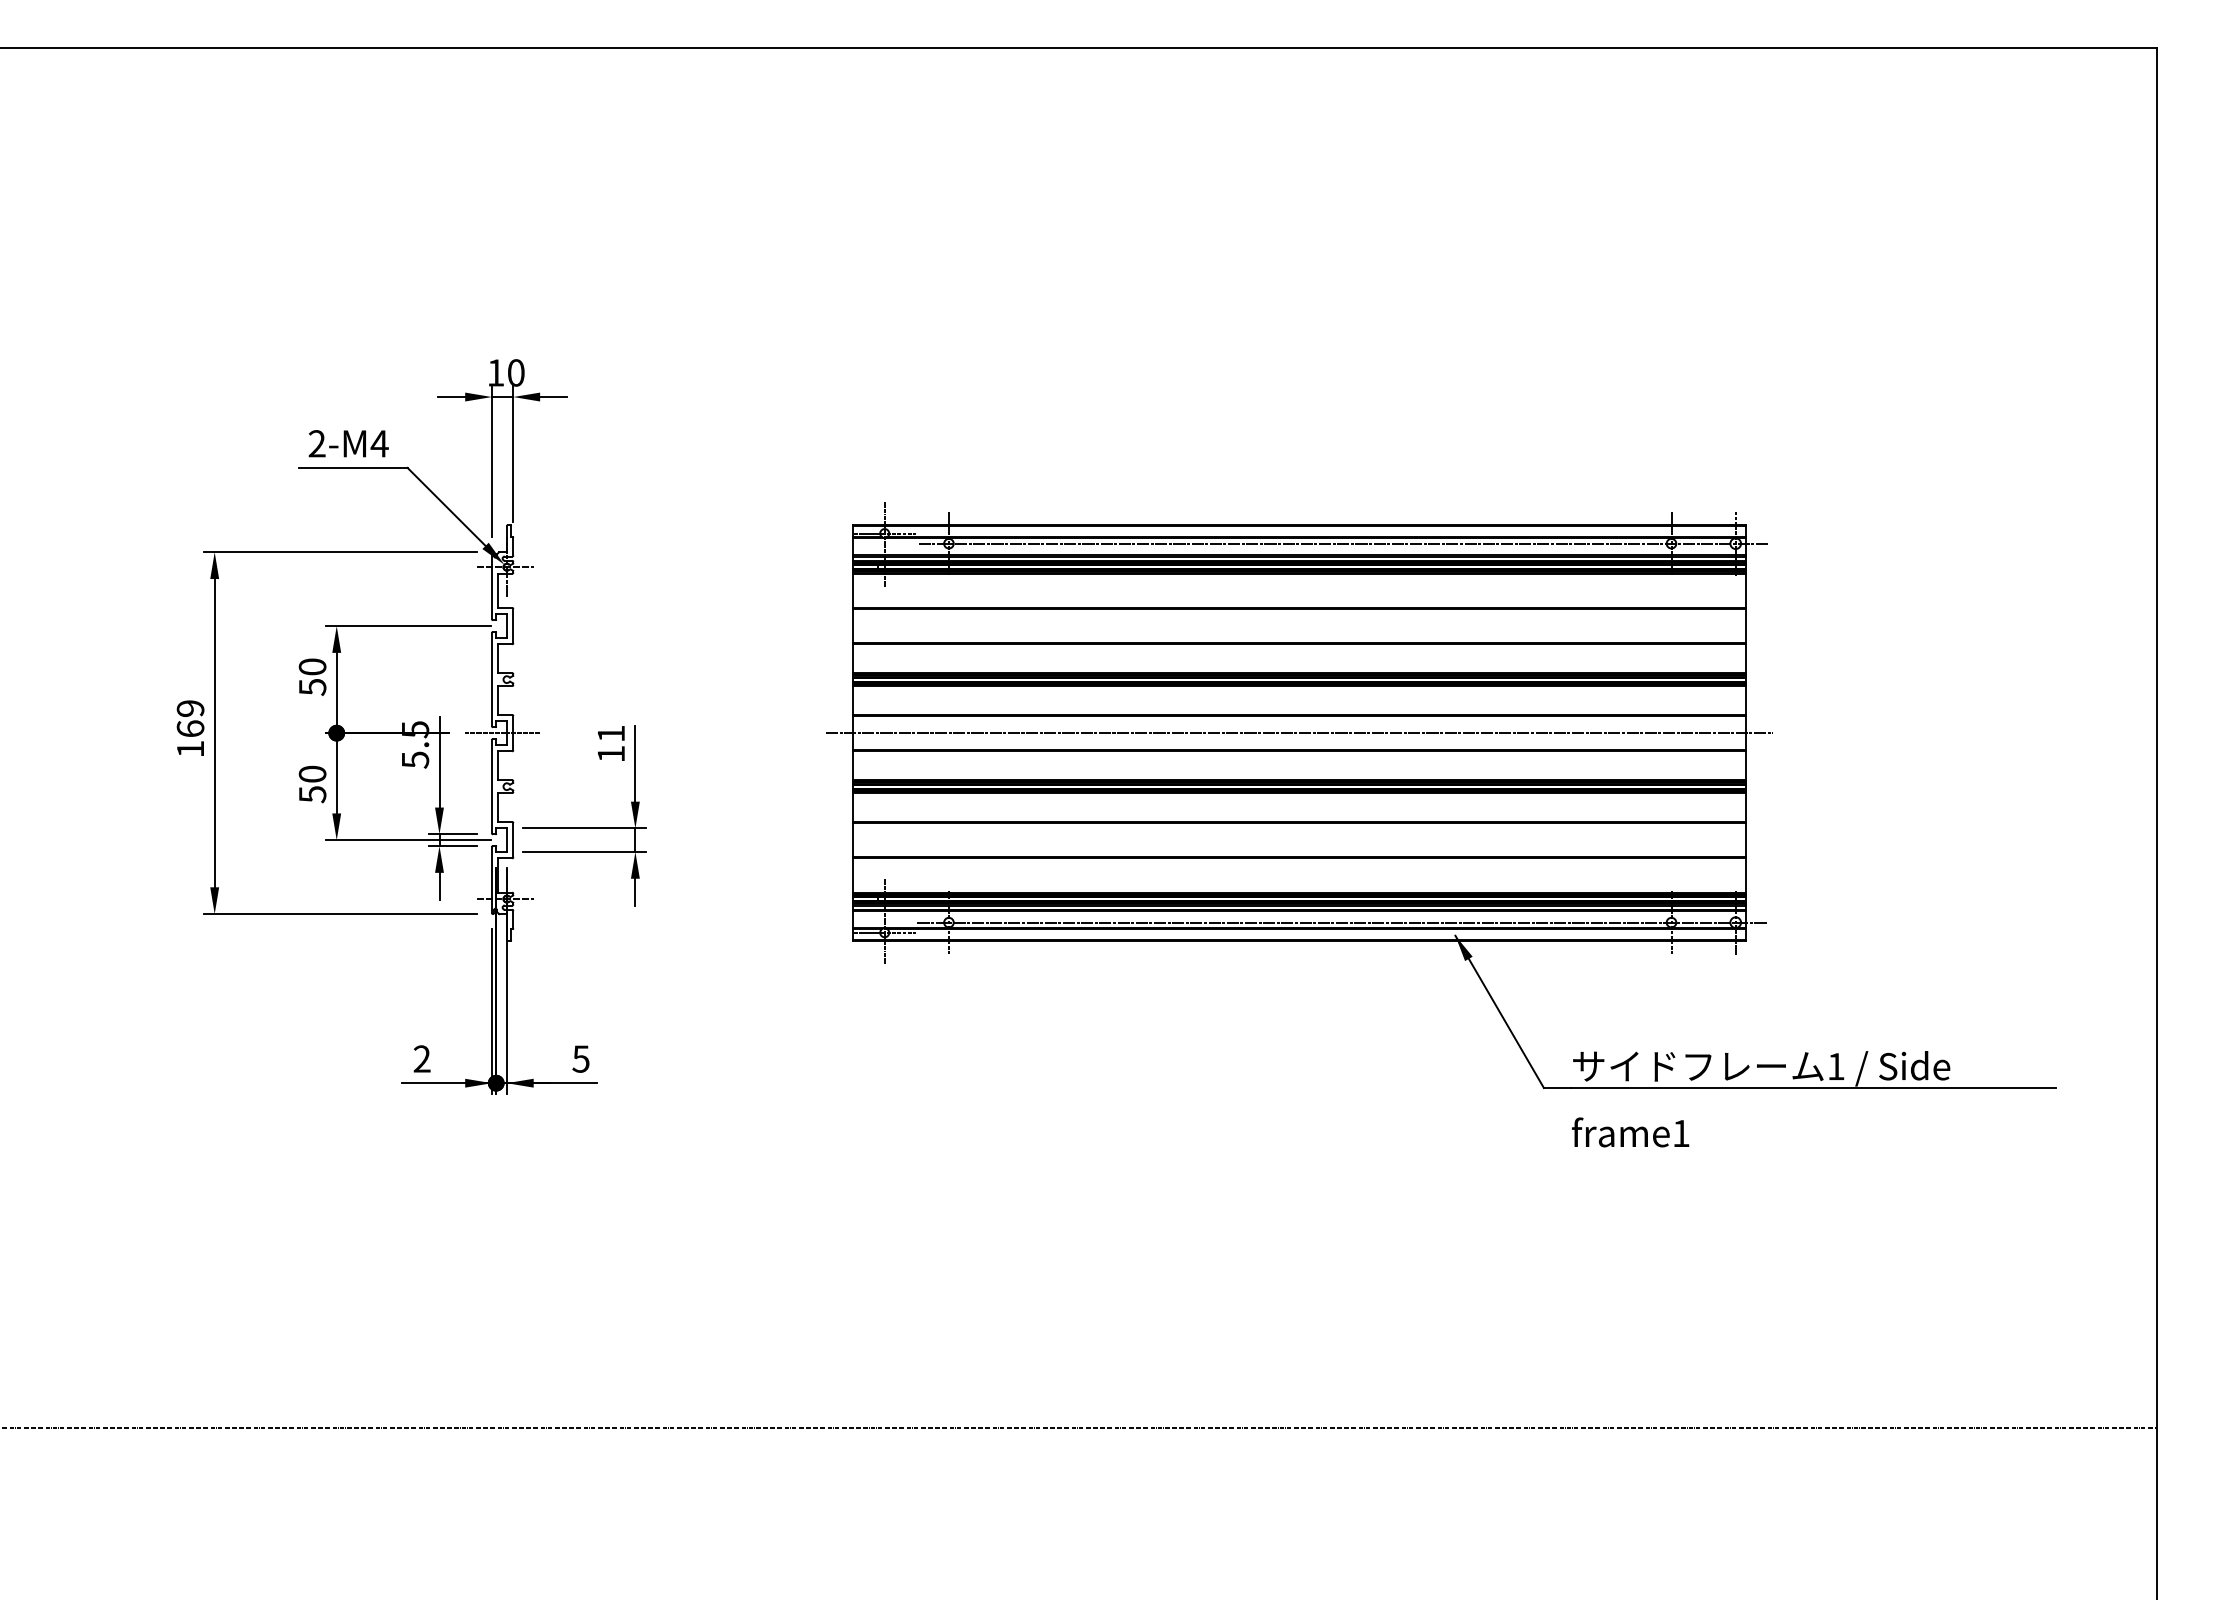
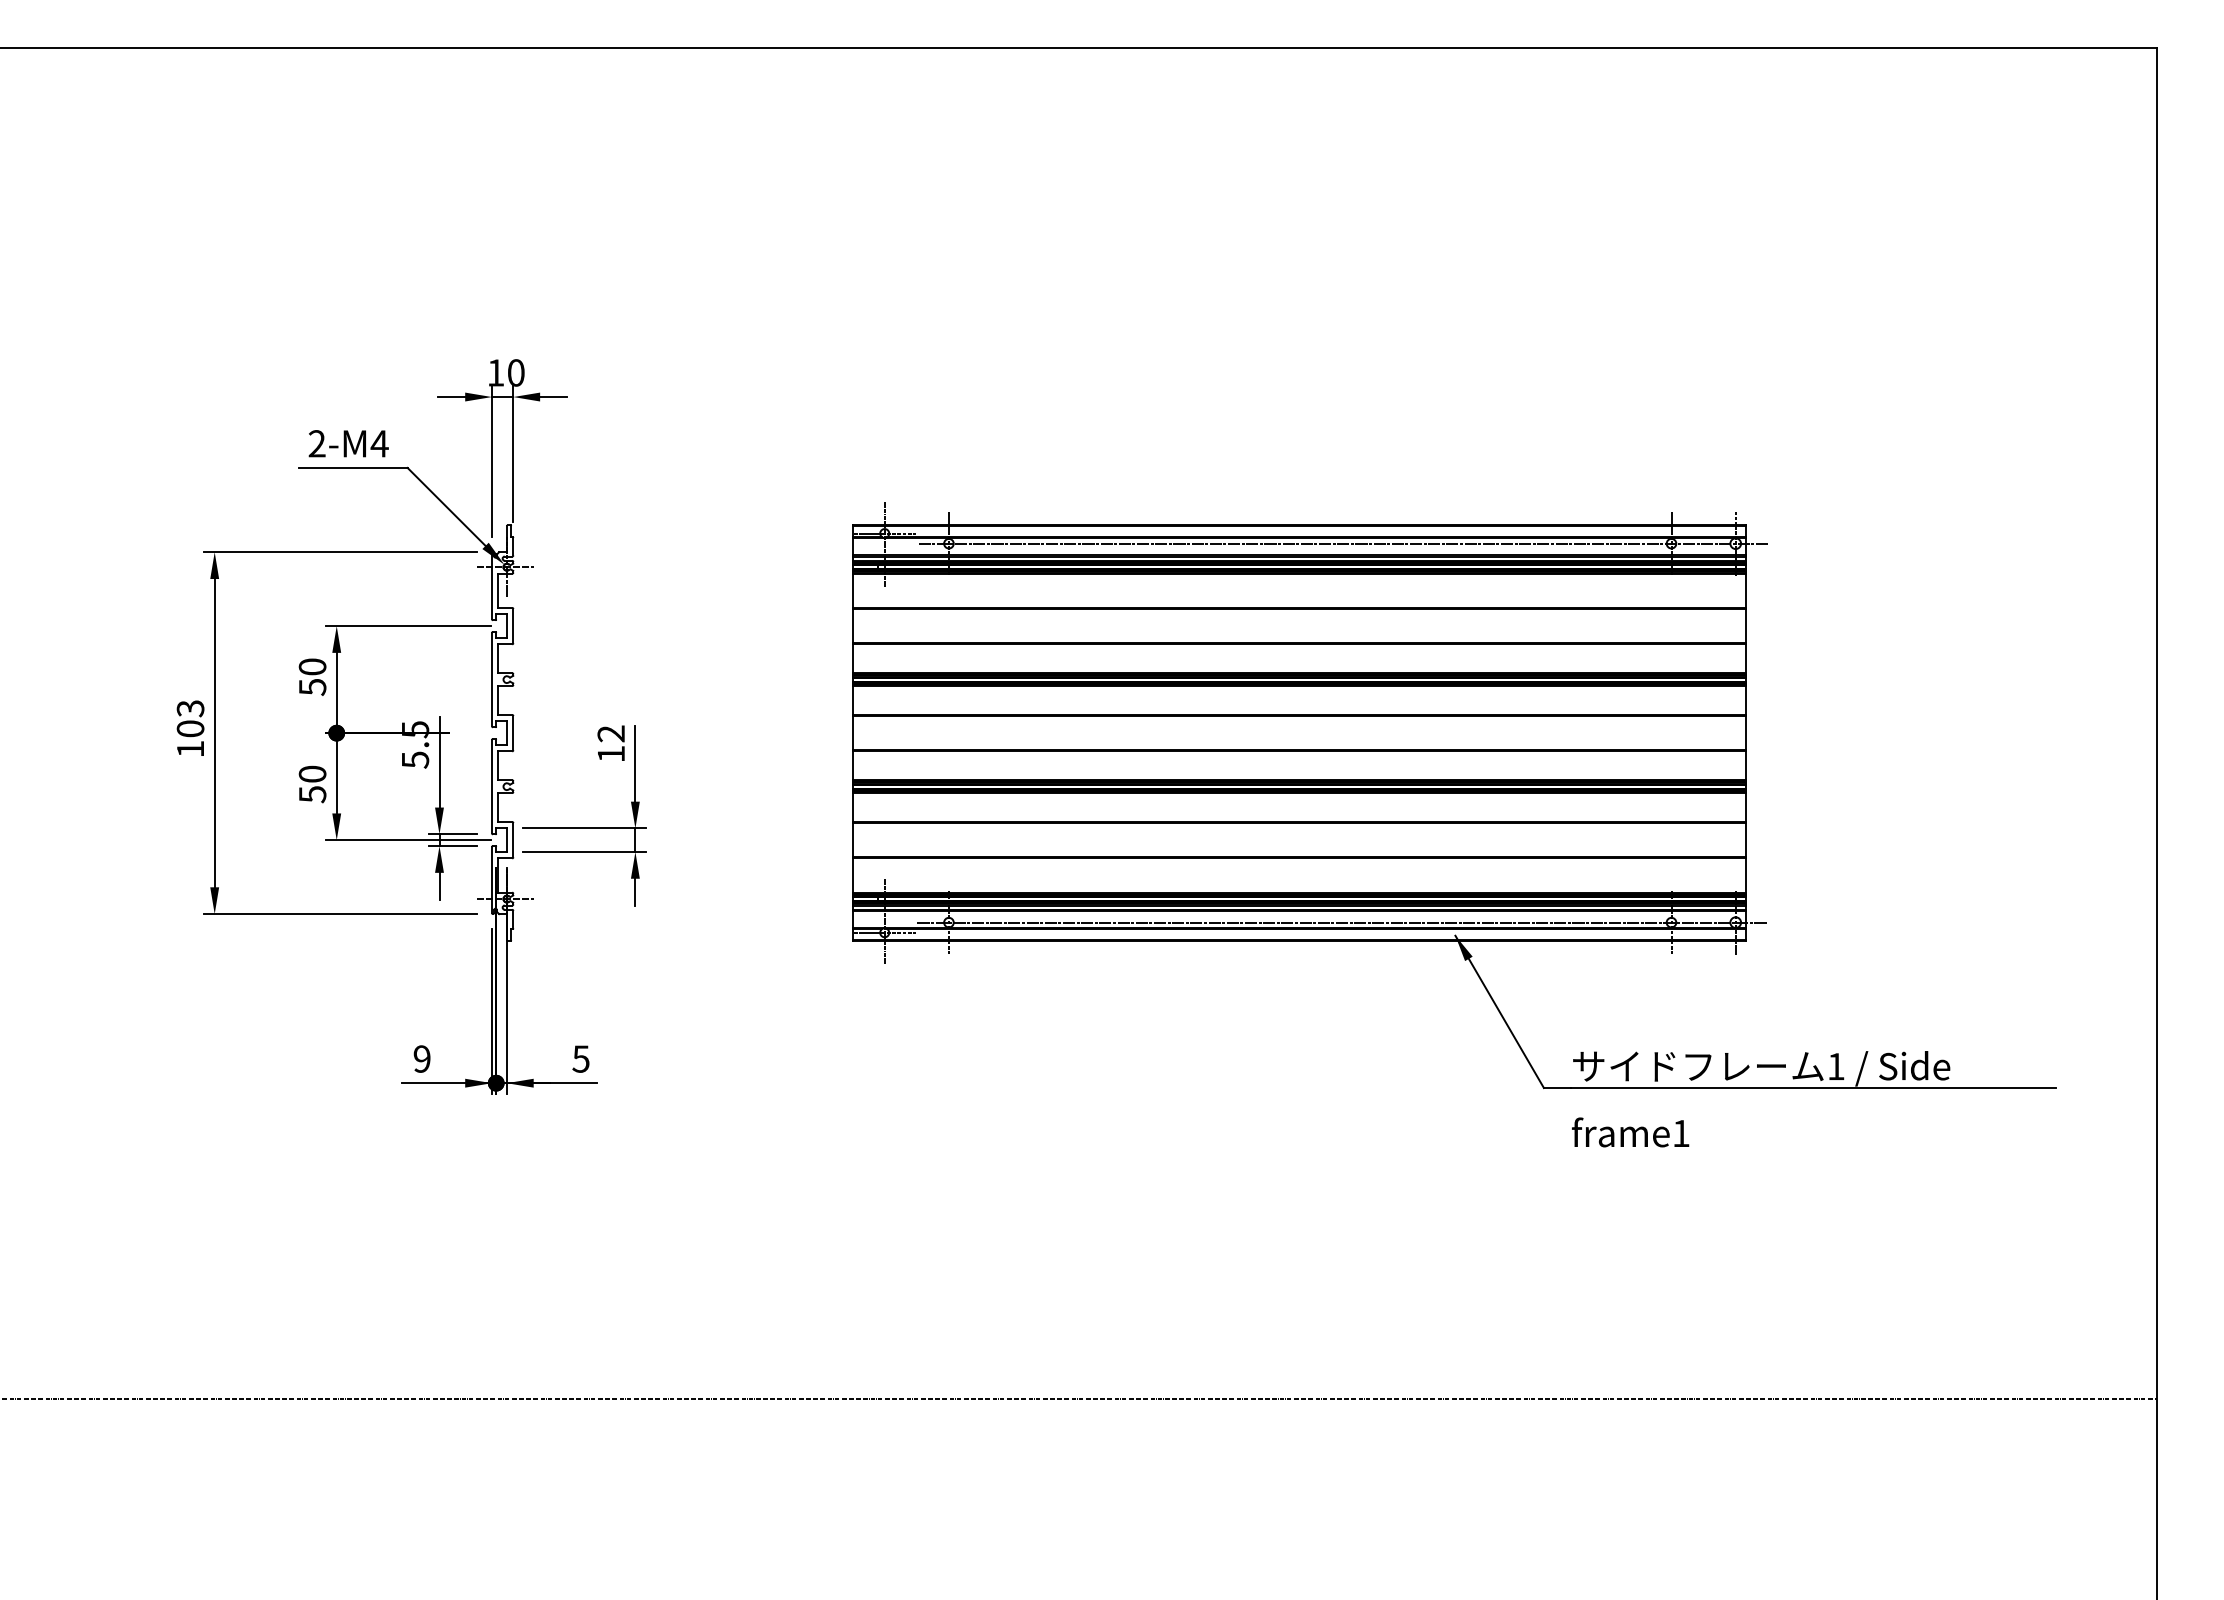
text at (190, 718): 169 -> 103
line at (502, 733): present -> none
text at (610, 733): 11 -> 12
line at (1299, 733): present -> none
text at (421, 1058): 2 -> 9
line at (1079, 1428) position: (1079, 1428) -> (1079, 1399)
